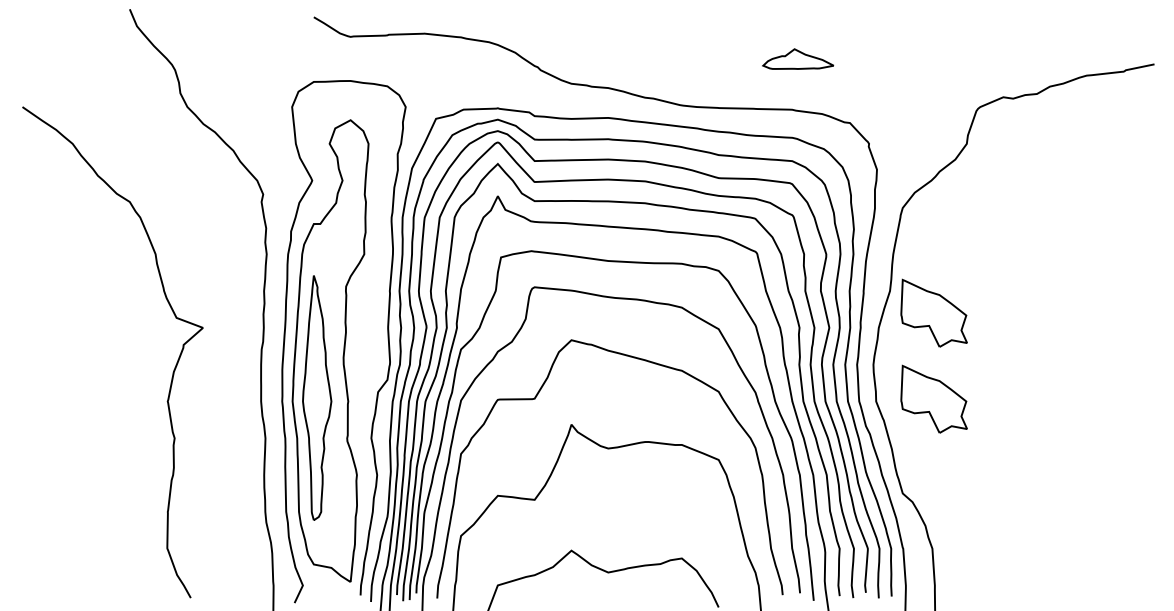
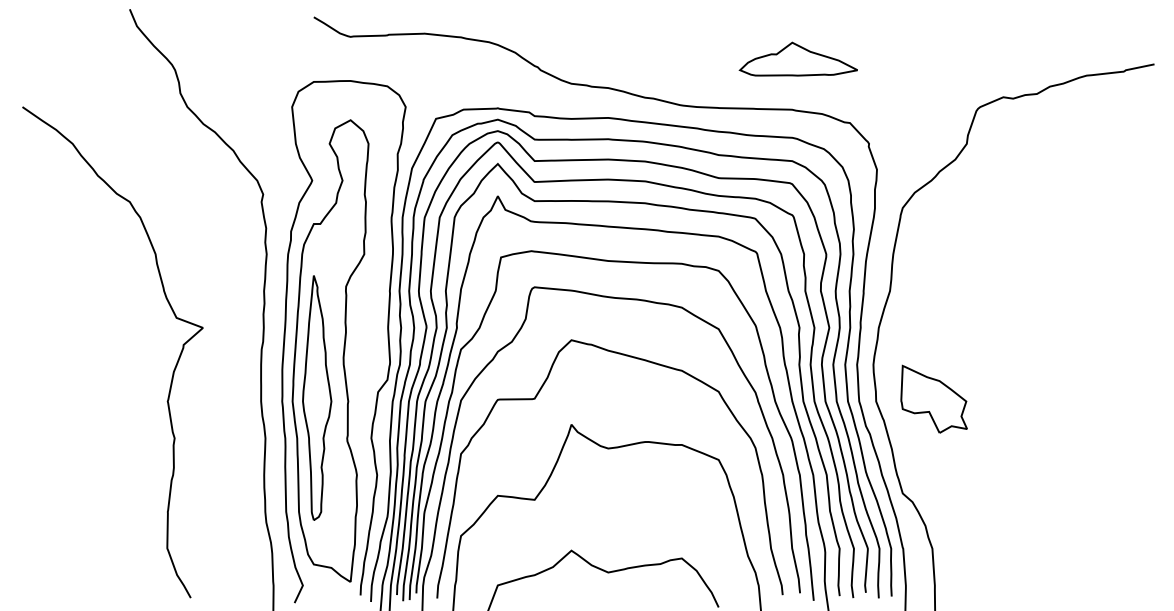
part at (798, 58) size: 73x22 px -> 120x36 px
part at (933, 312): present -> none
